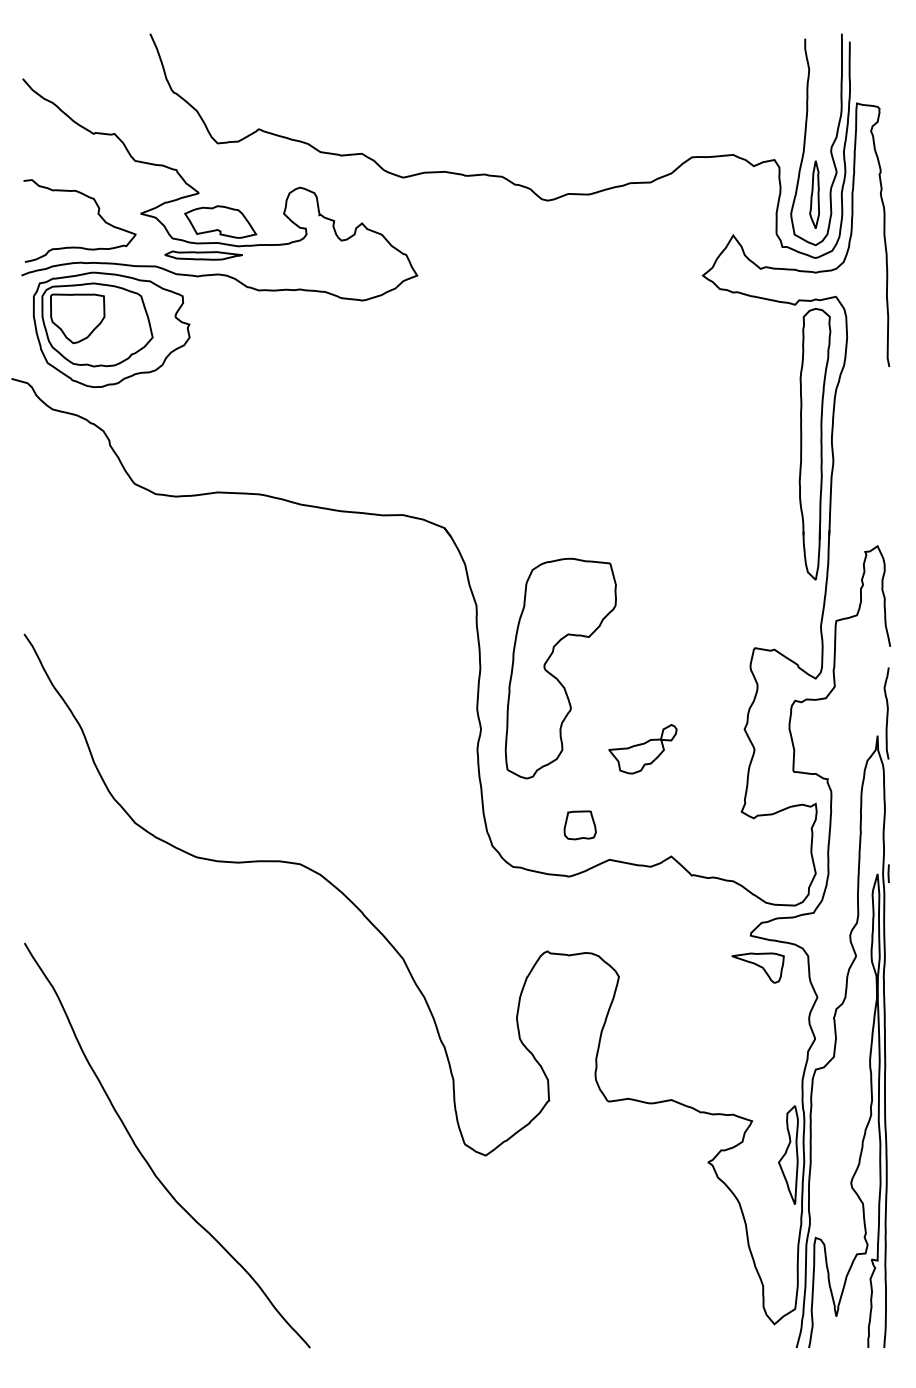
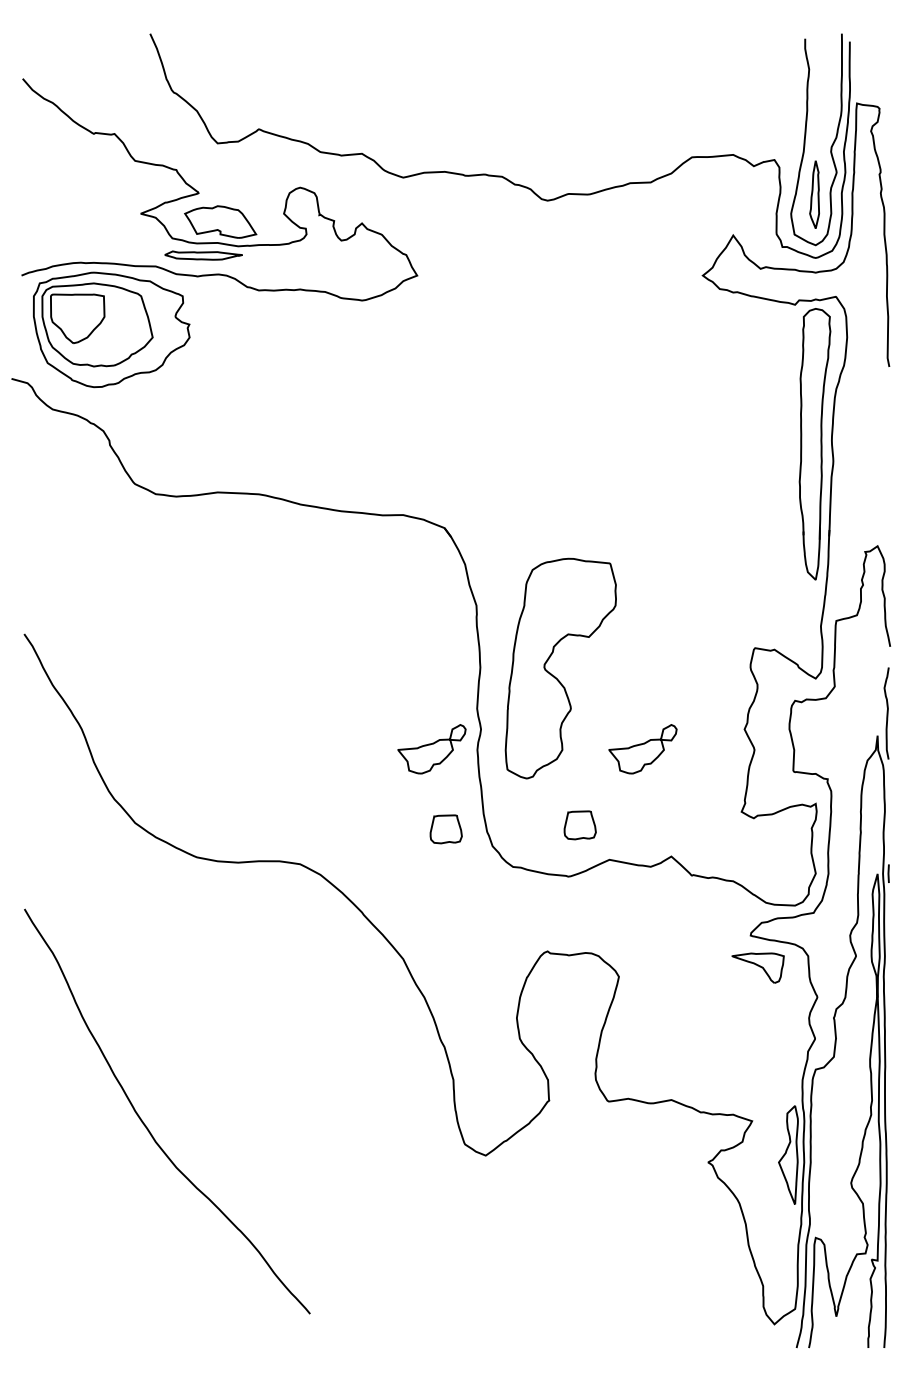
curve at (97, 214): present -> none
part at (431, 749): none -> present
part at (445, 829): none -> present
curve at (146, 1159) position: (146, 1159) -> (146, 1125)
